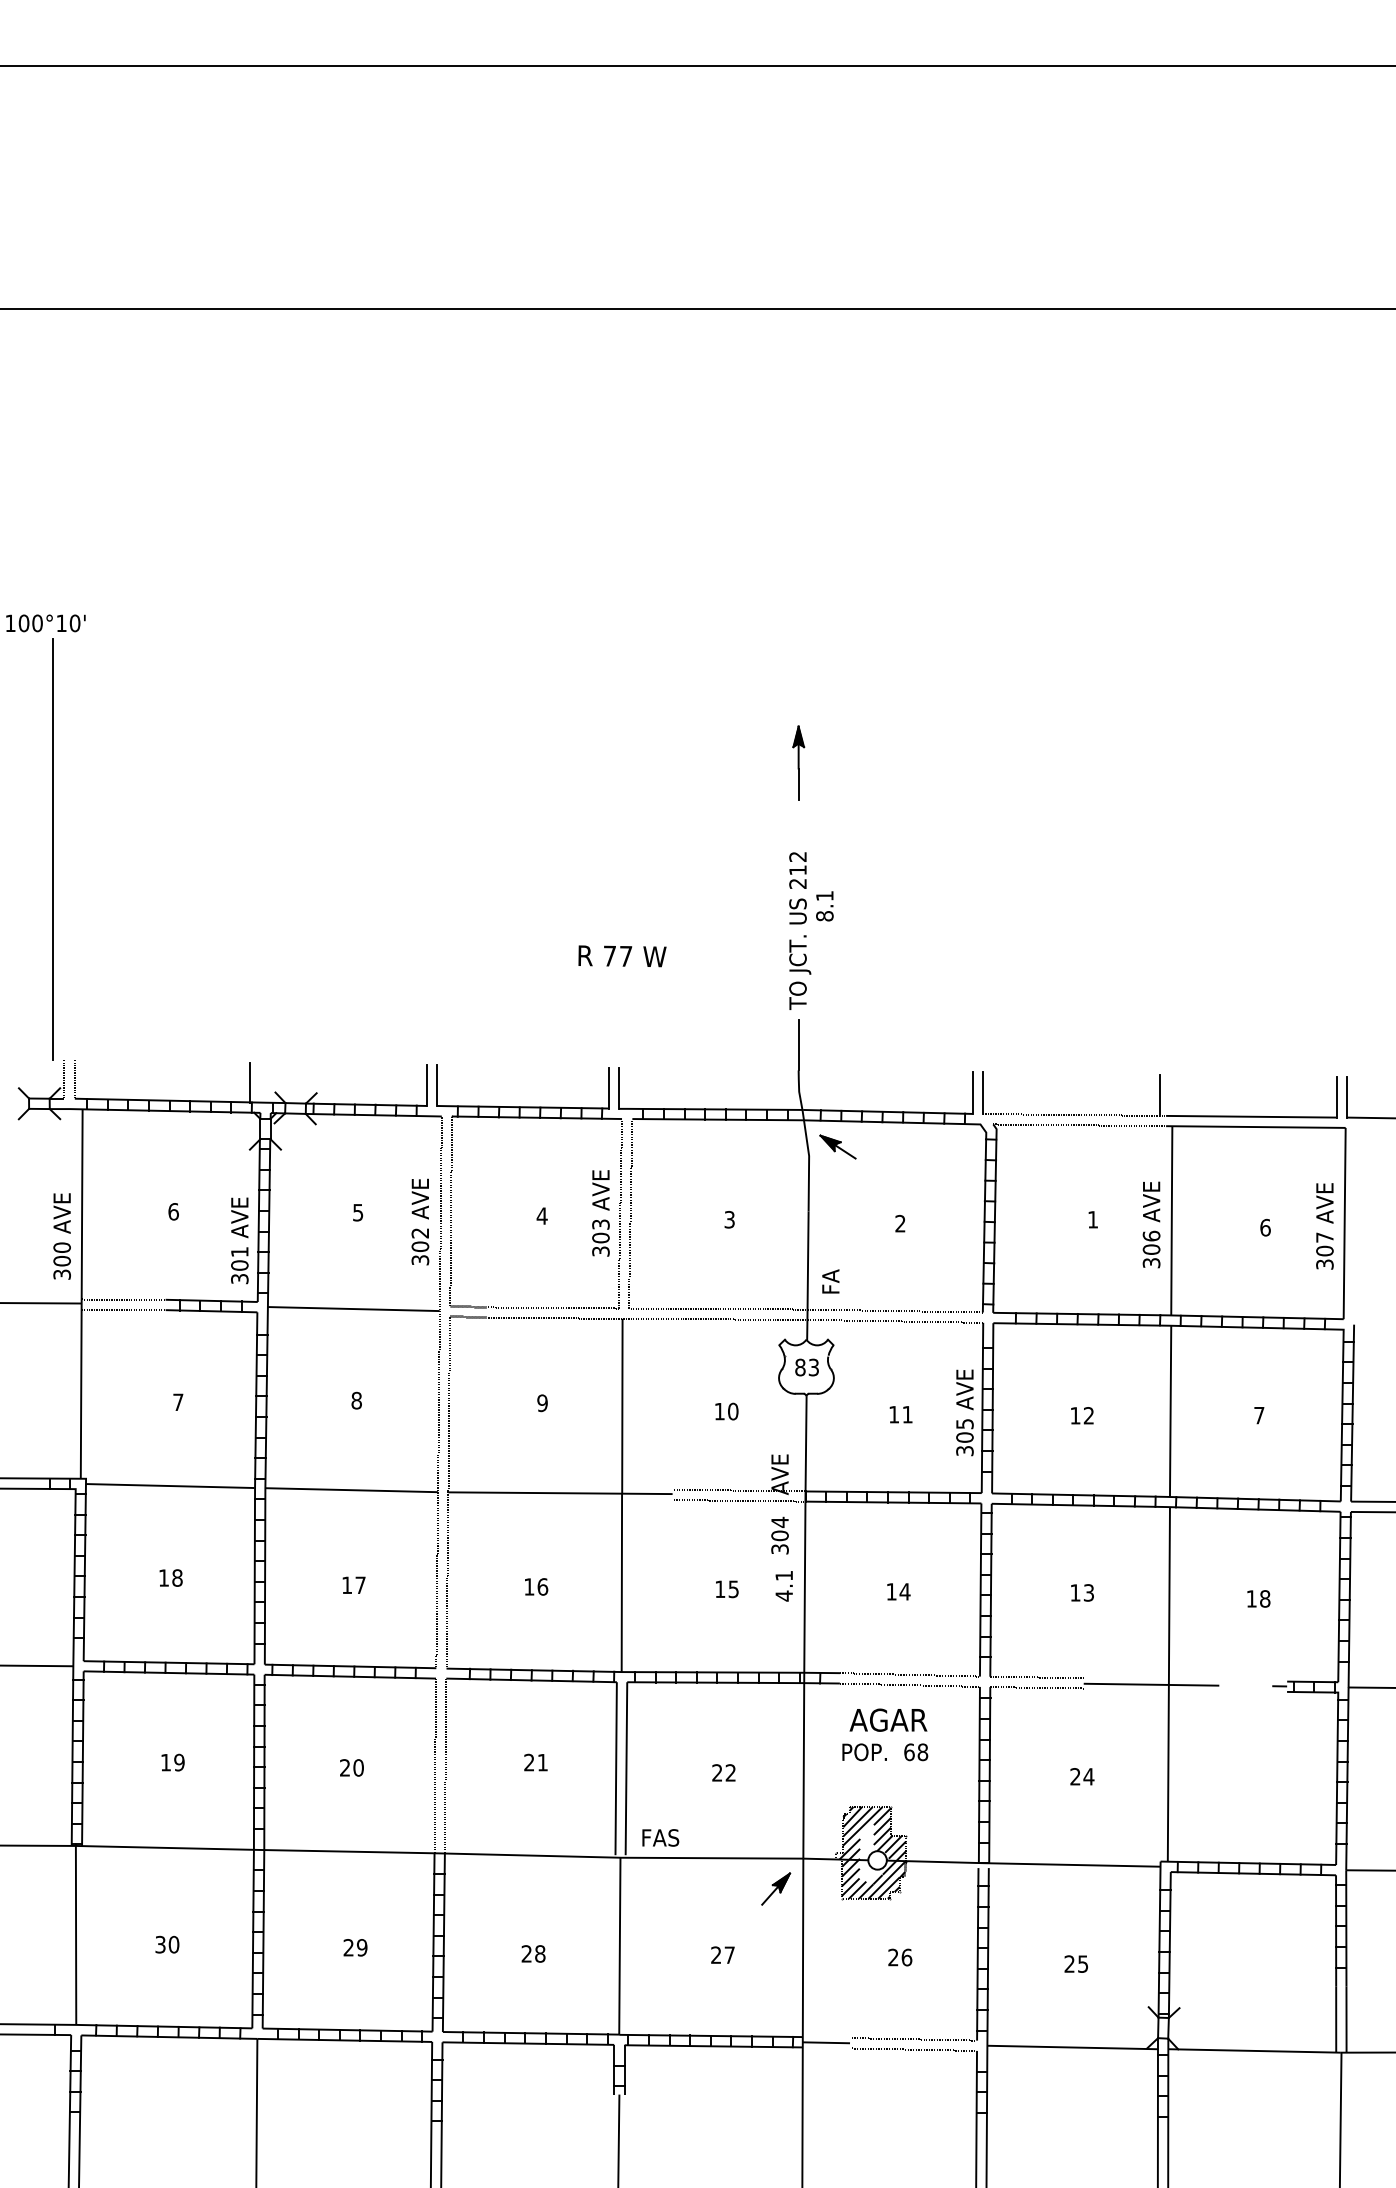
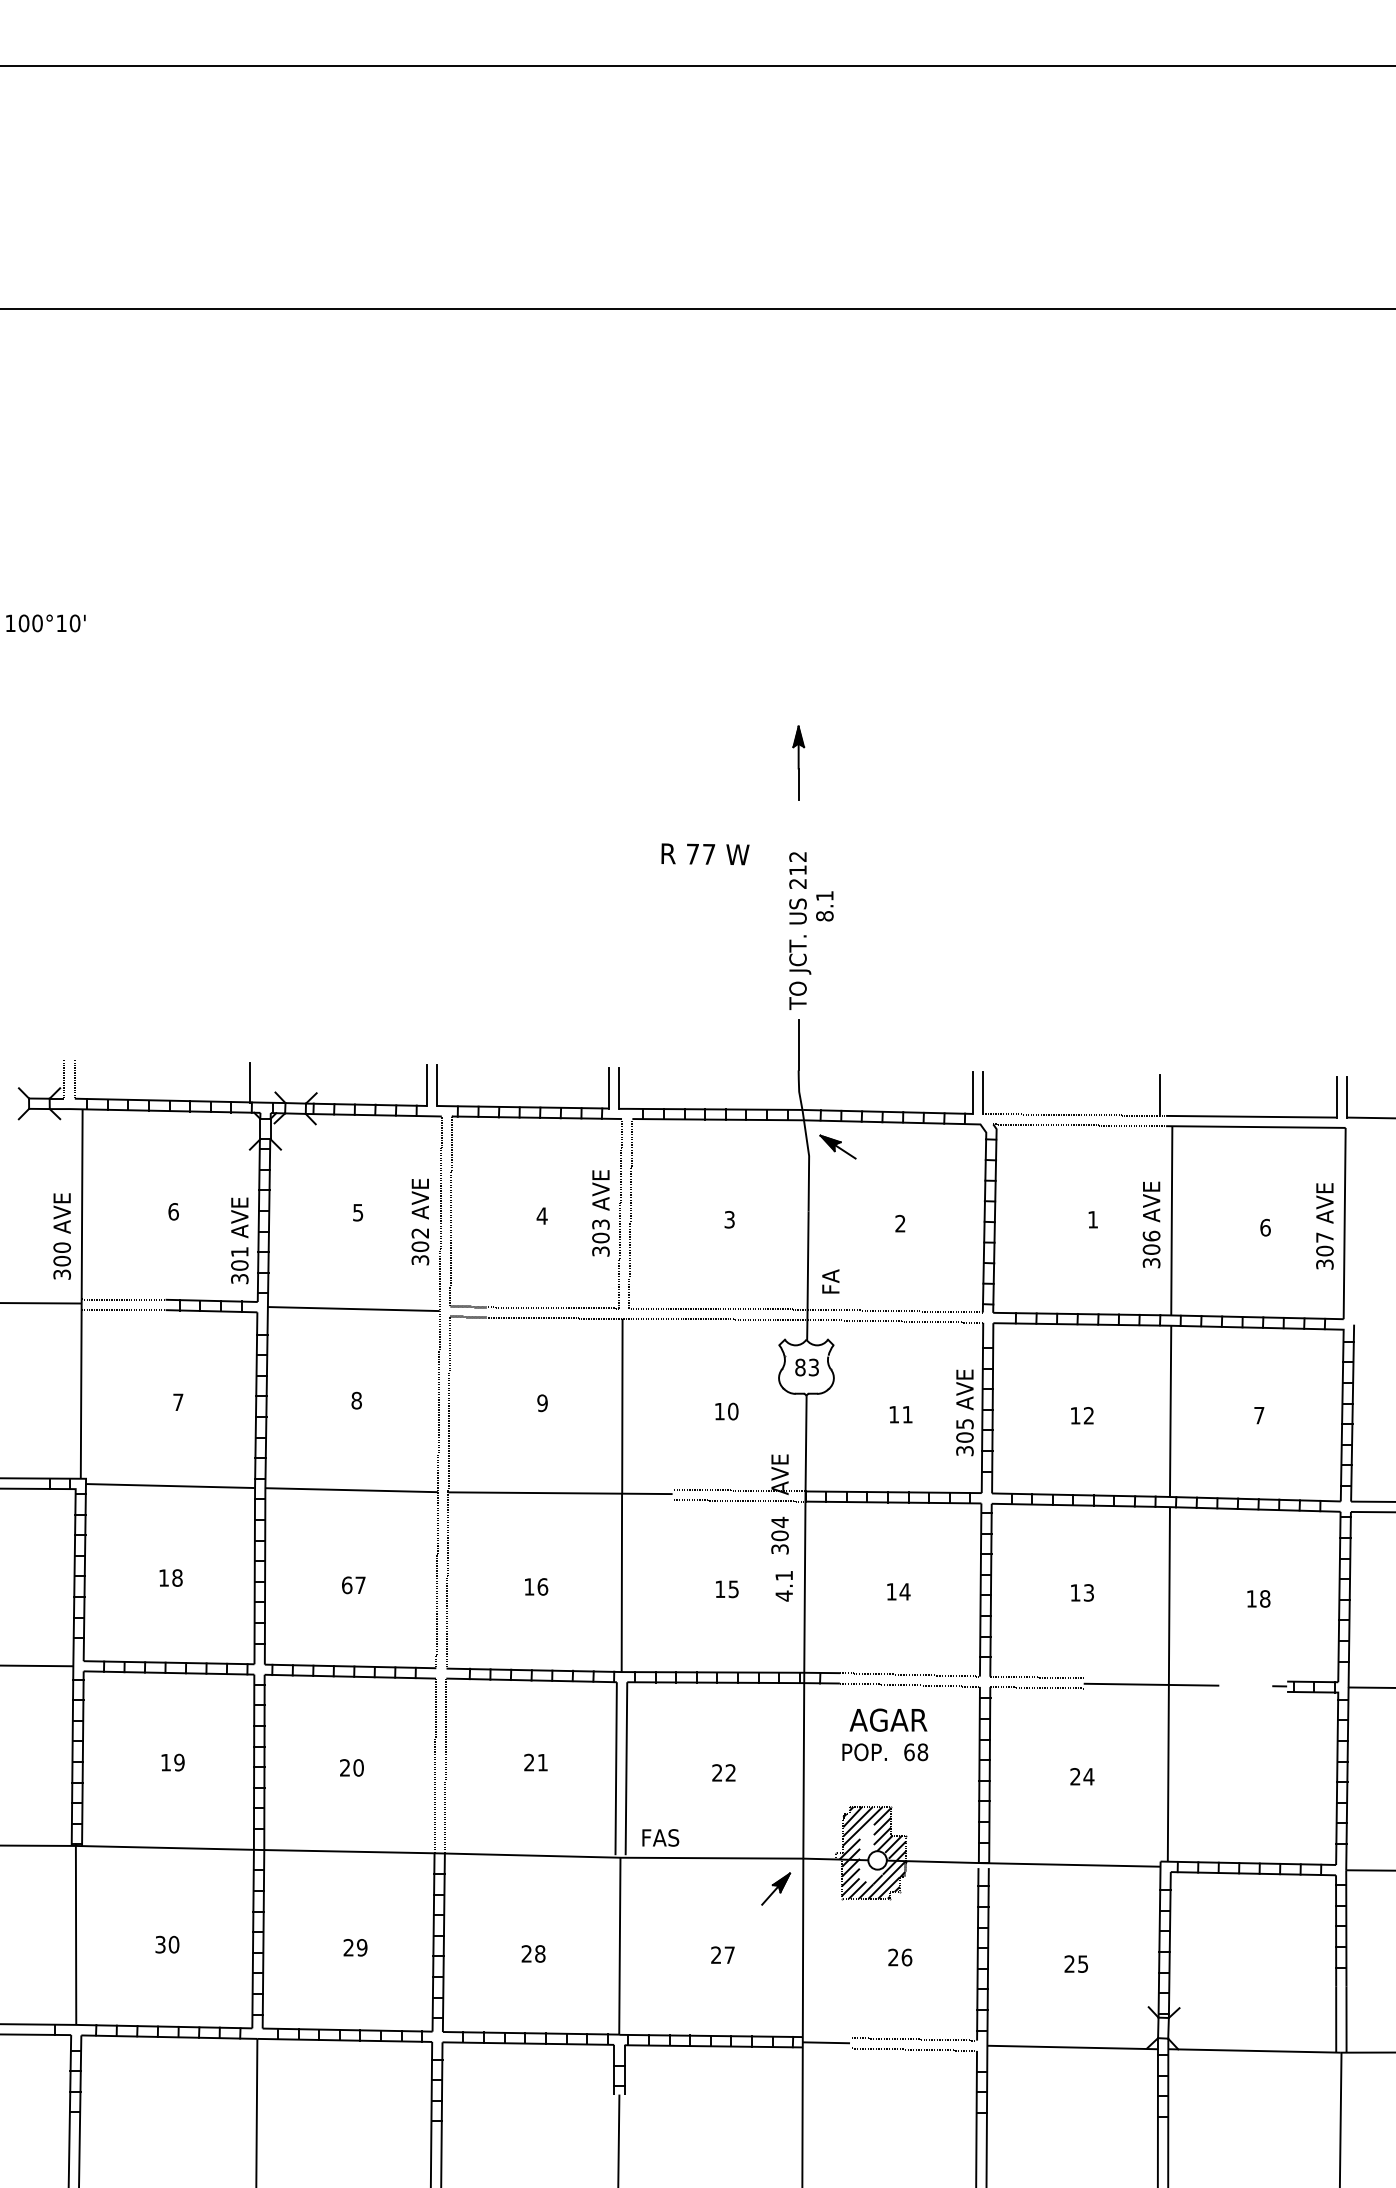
line at (53, 849): present -> none
text at (622, 956) position: (622, 956) -> (705, 854)
text at (347, 1585): 17 -> 67
